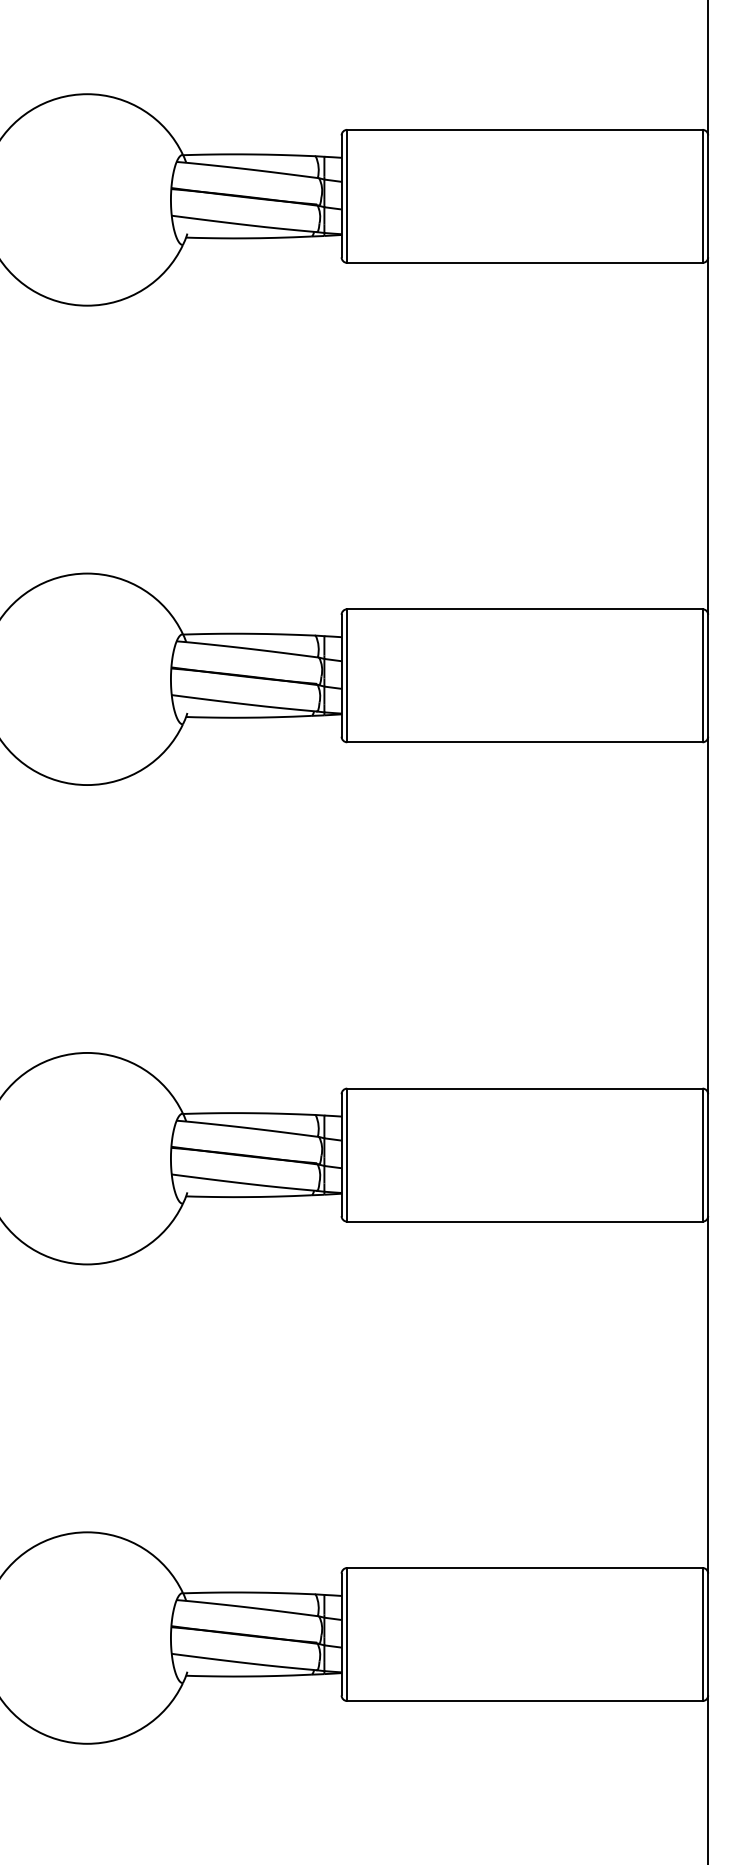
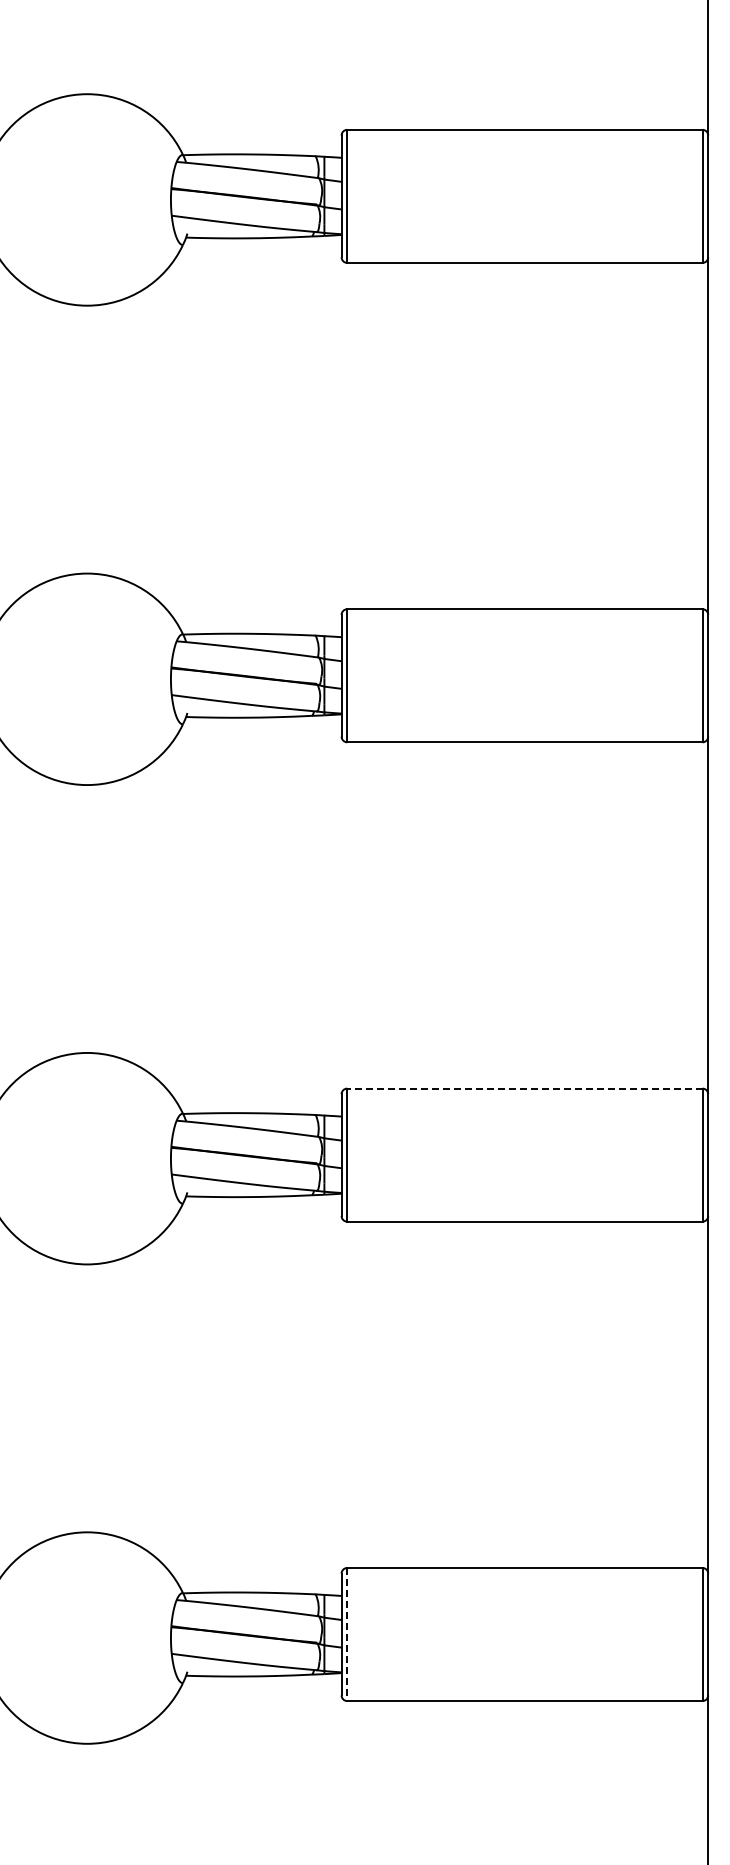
line at (524, 1088): solid -> dashed
line at (347, 1634): solid -> dashed
